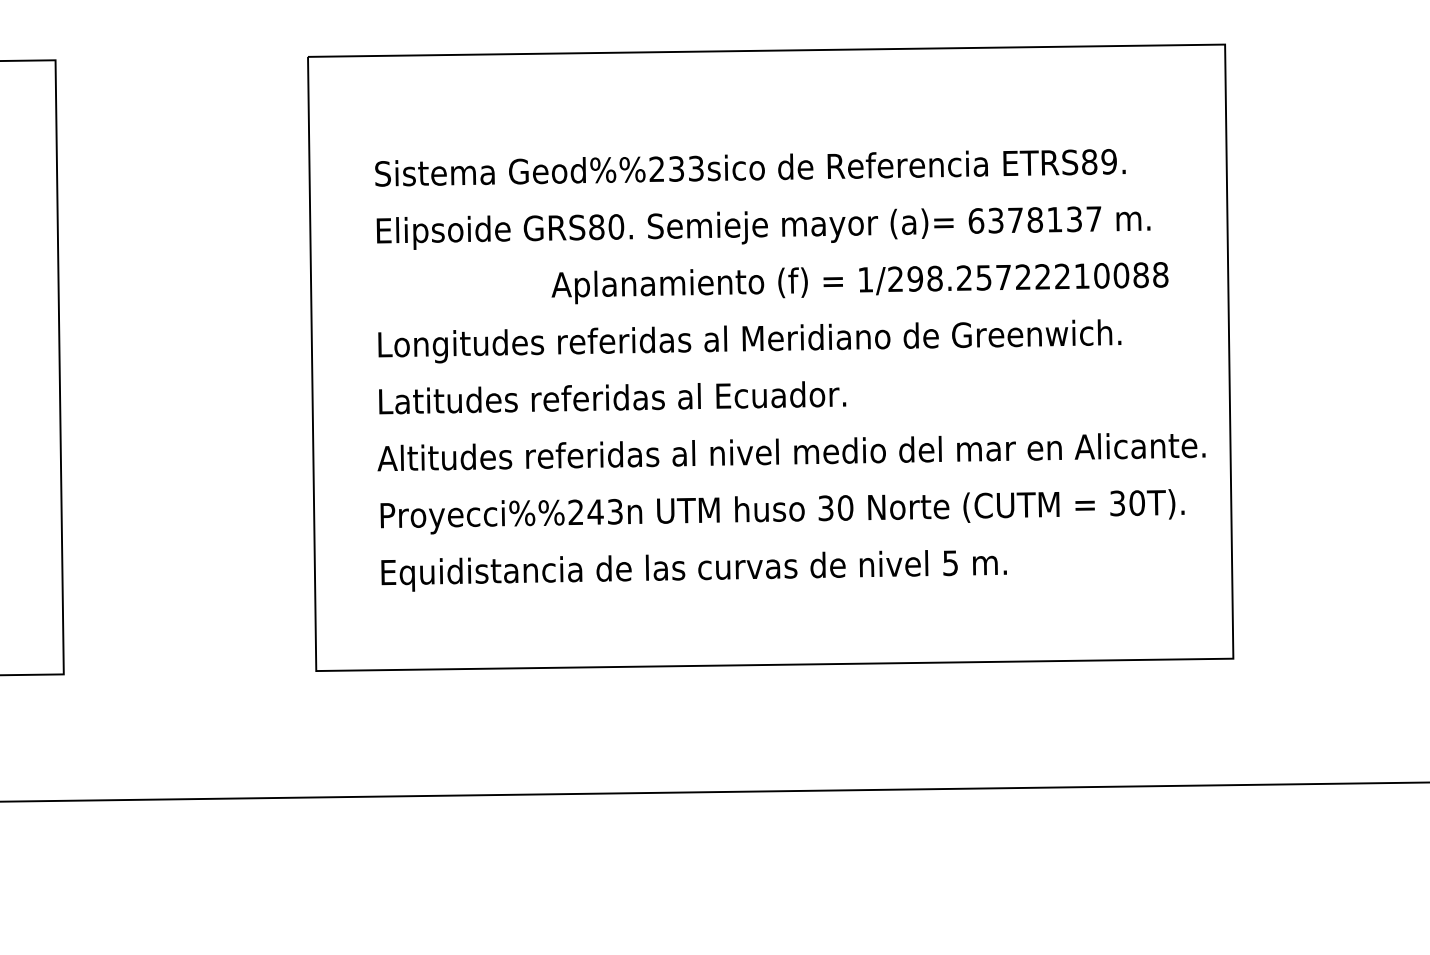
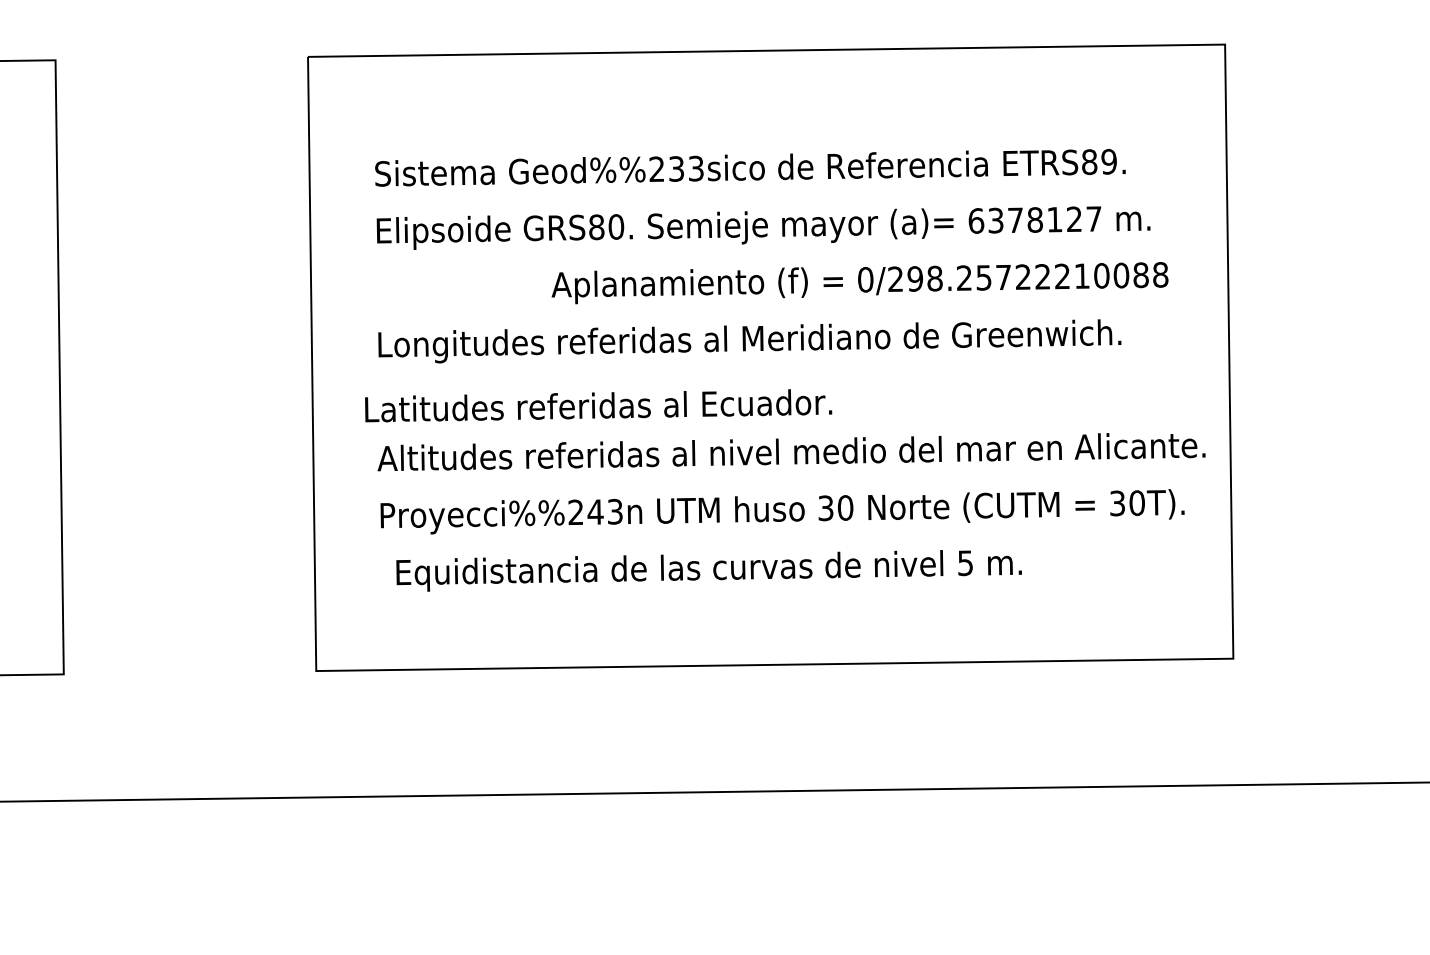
text at (1074, 219): 6378137 -> 6378127
text at (865, 279): 1/298.25722210088 -> 0/298.25722210088
text at (612, 397) position: (612, 397) -> (598, 405)
text at (693, 570) position: (693, 570) -> (708, 570)
